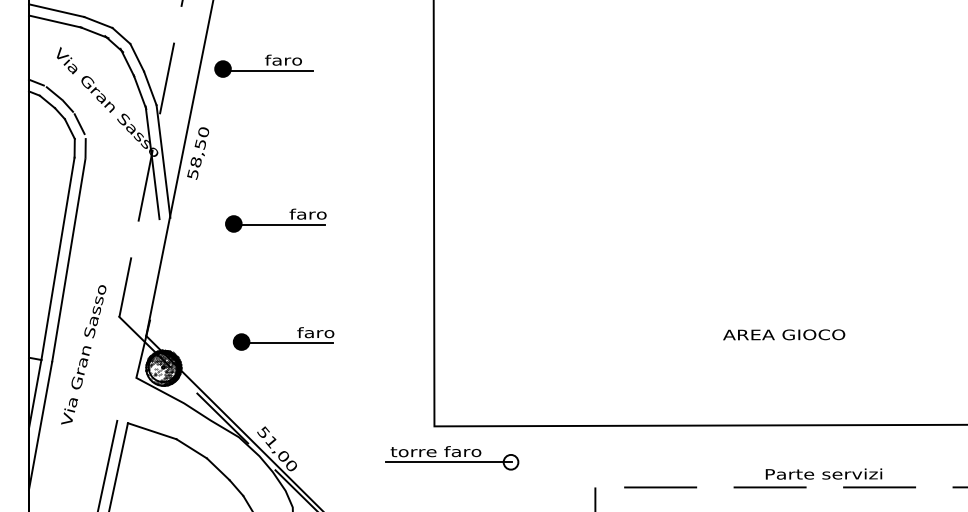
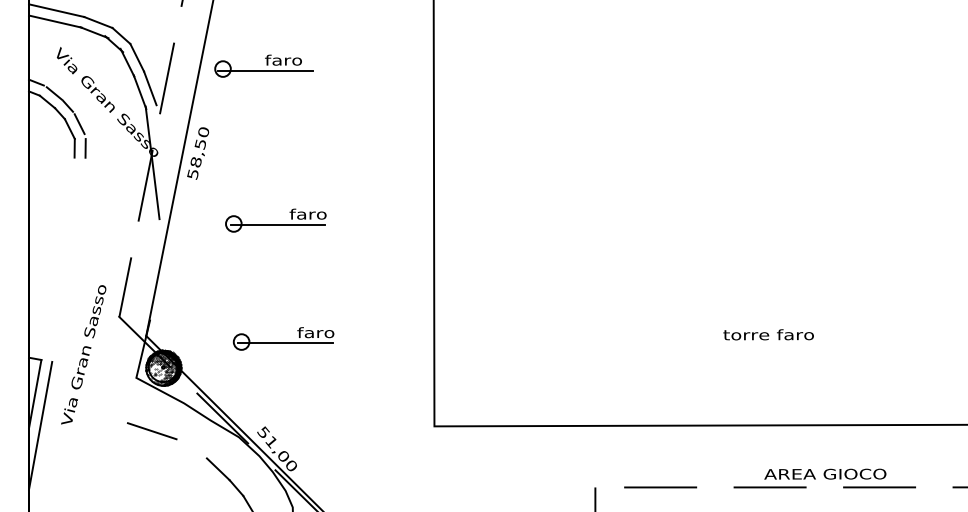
fill at (222, 68): present -> none
line at (163, 161): present -> none
fill at (233, 223): present -> none
line at (57, 258): present -> none
line at (68, 260): present -> none
text at (784, 334): AREA GIOCO -> torre faro
fill at (241, 341): present -> none
line at (191, 448): present -> none
part at (452, 458): present -> none
line at (107, 464): present -> none
line at (118, 465): present -> none
text at (825, 473): Parte servizi -> AREA GIOCO
